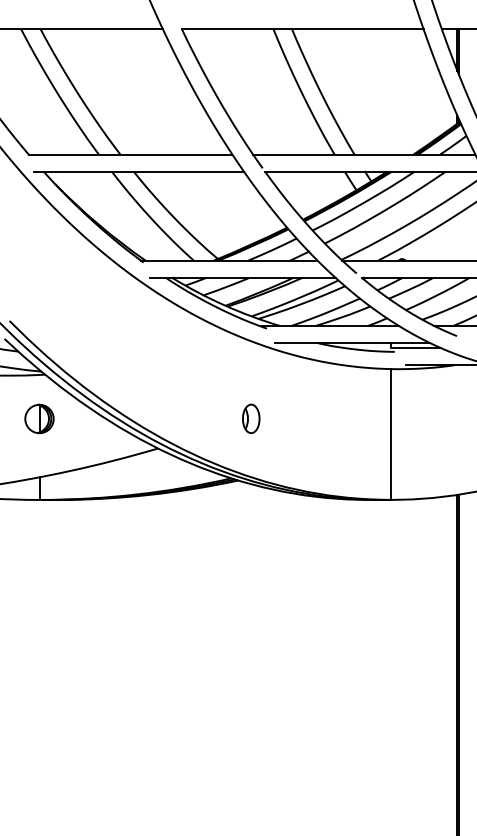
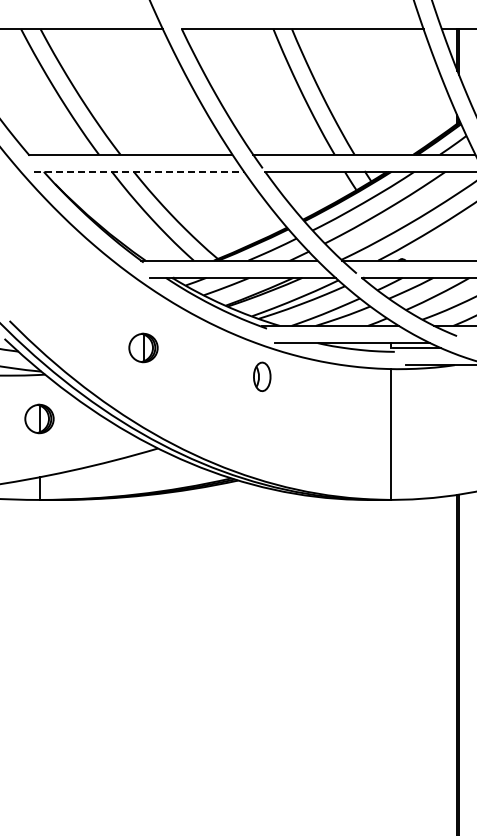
line at (139, 171): solid -> dashed
part at (143, 347): none -> present
part at (251, 418) position: (251, 418) -> (262, 376)
